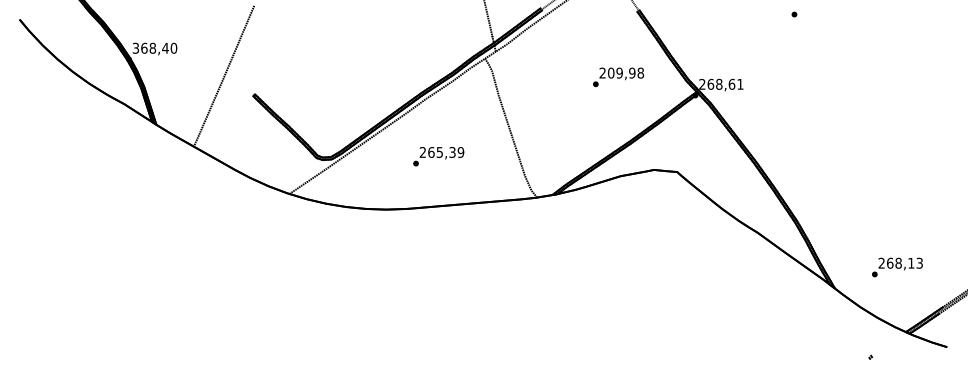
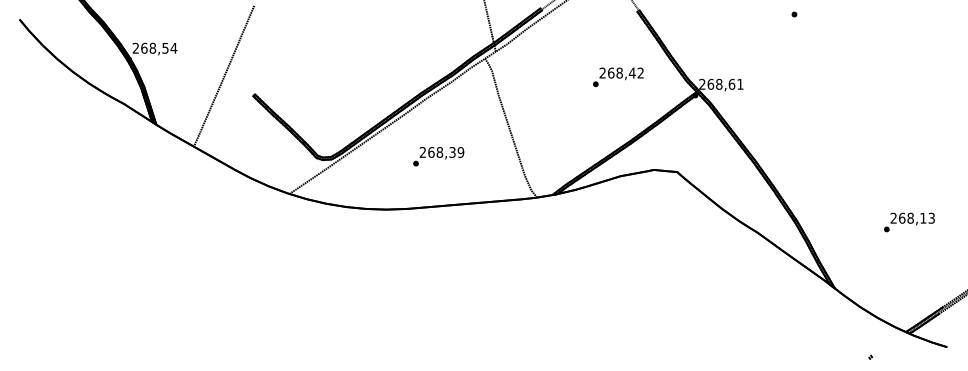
text at (154, 47): 368,40 -> 268,54
text at (626, 72): 209,98 -> 268,42
text at (439, 152): 265,39 -> 268,39
text at (897, 267) position: (897, 267) -> (909, 222)
